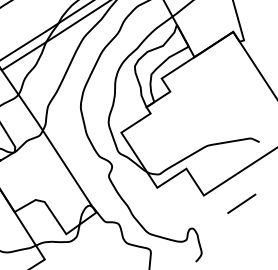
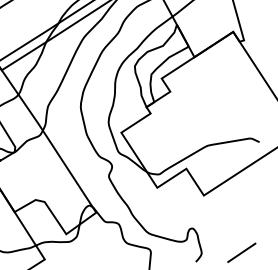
line at (241, 203) position: (241, 203) -> (241, 252)
